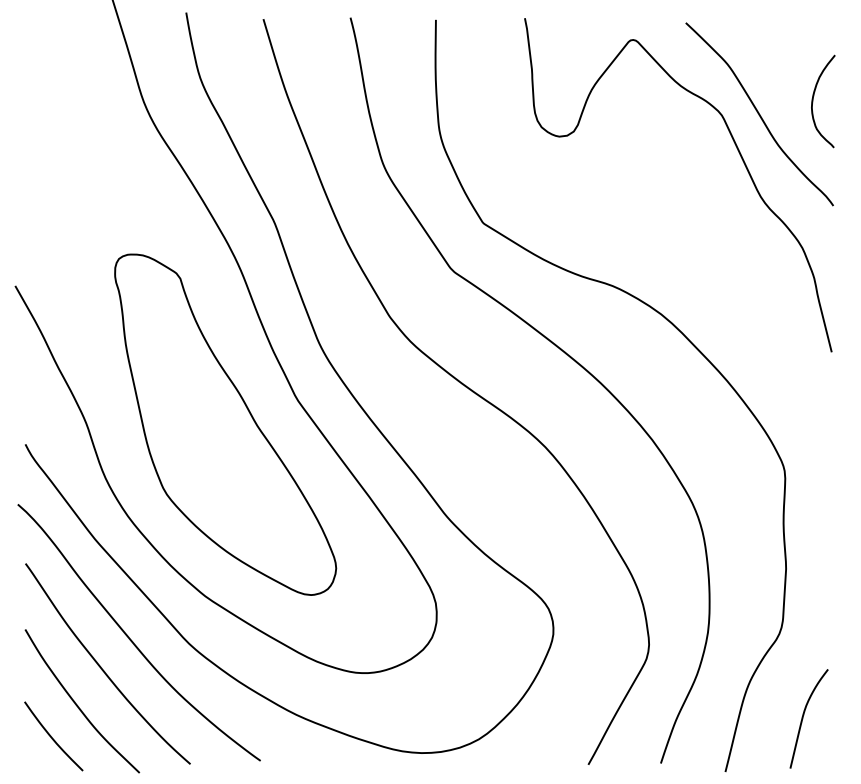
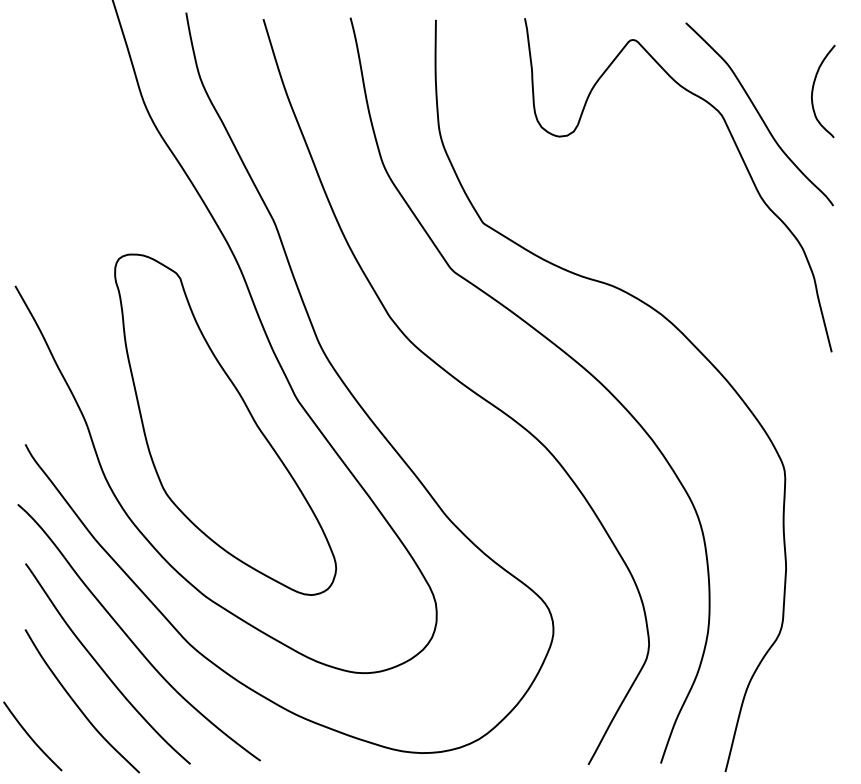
curve at (813, 101) position: (813, 101) -> (813, 91)
curve at (804, 715): present -> none
curve at (52, 737) position: (52, 737) -> (31, 737)
